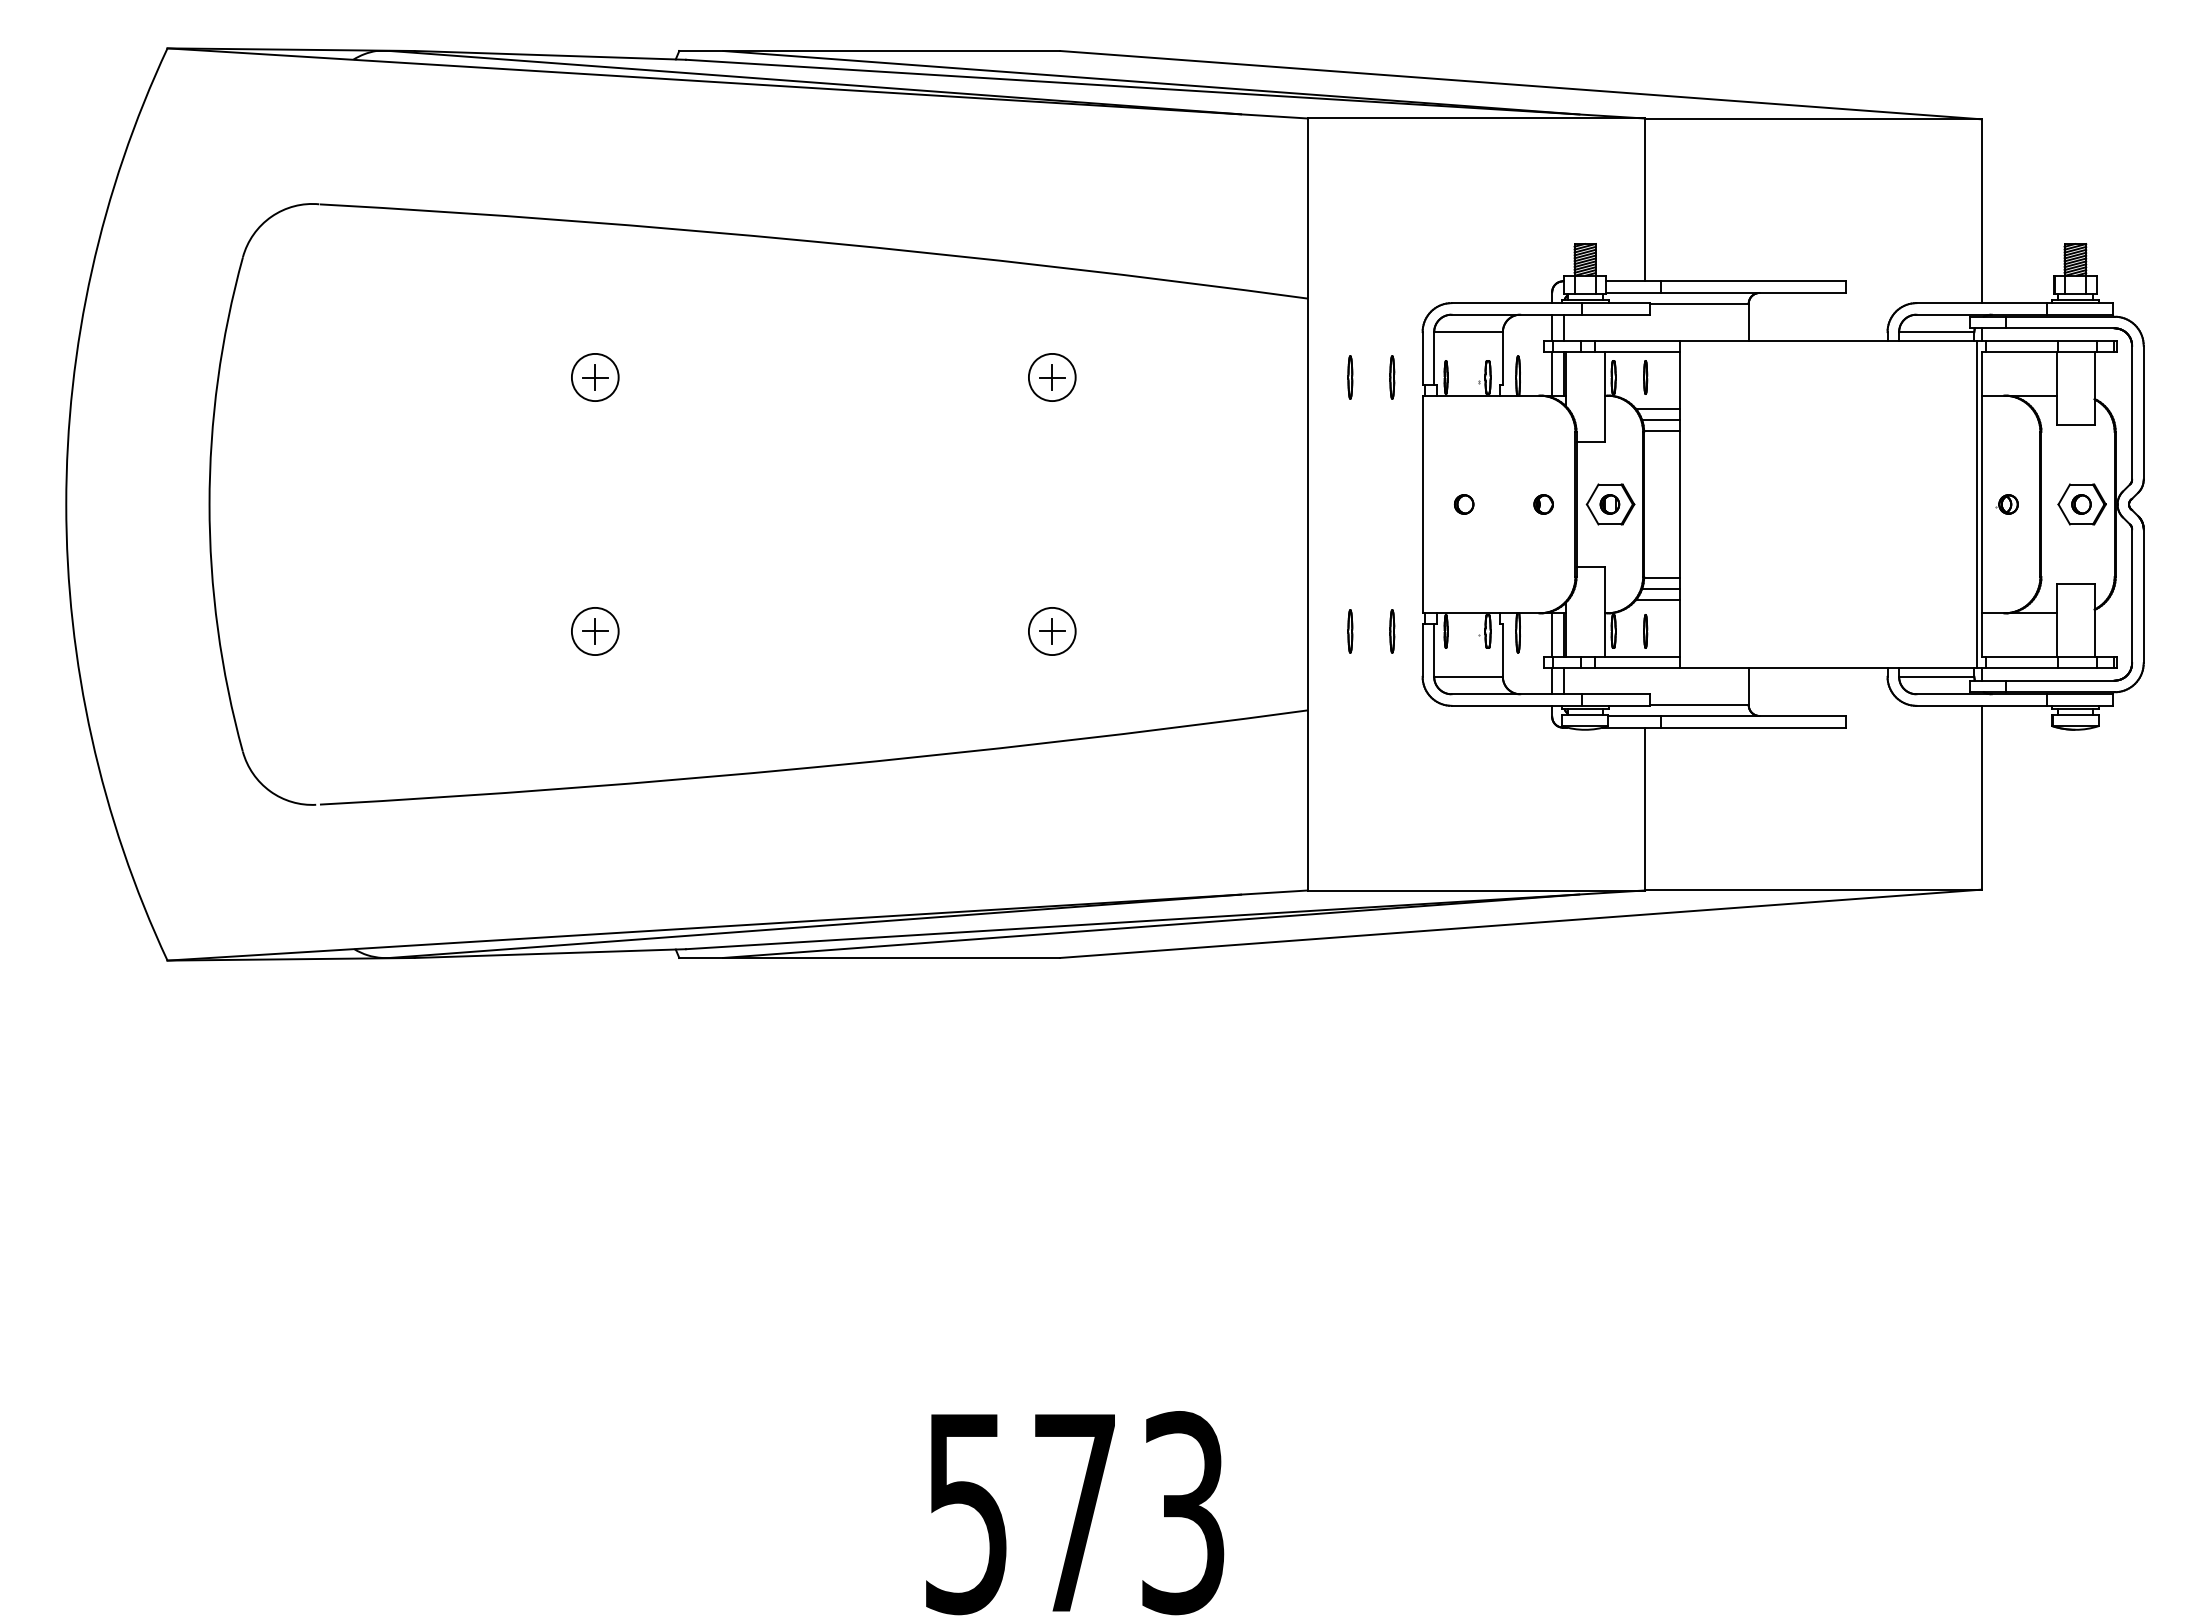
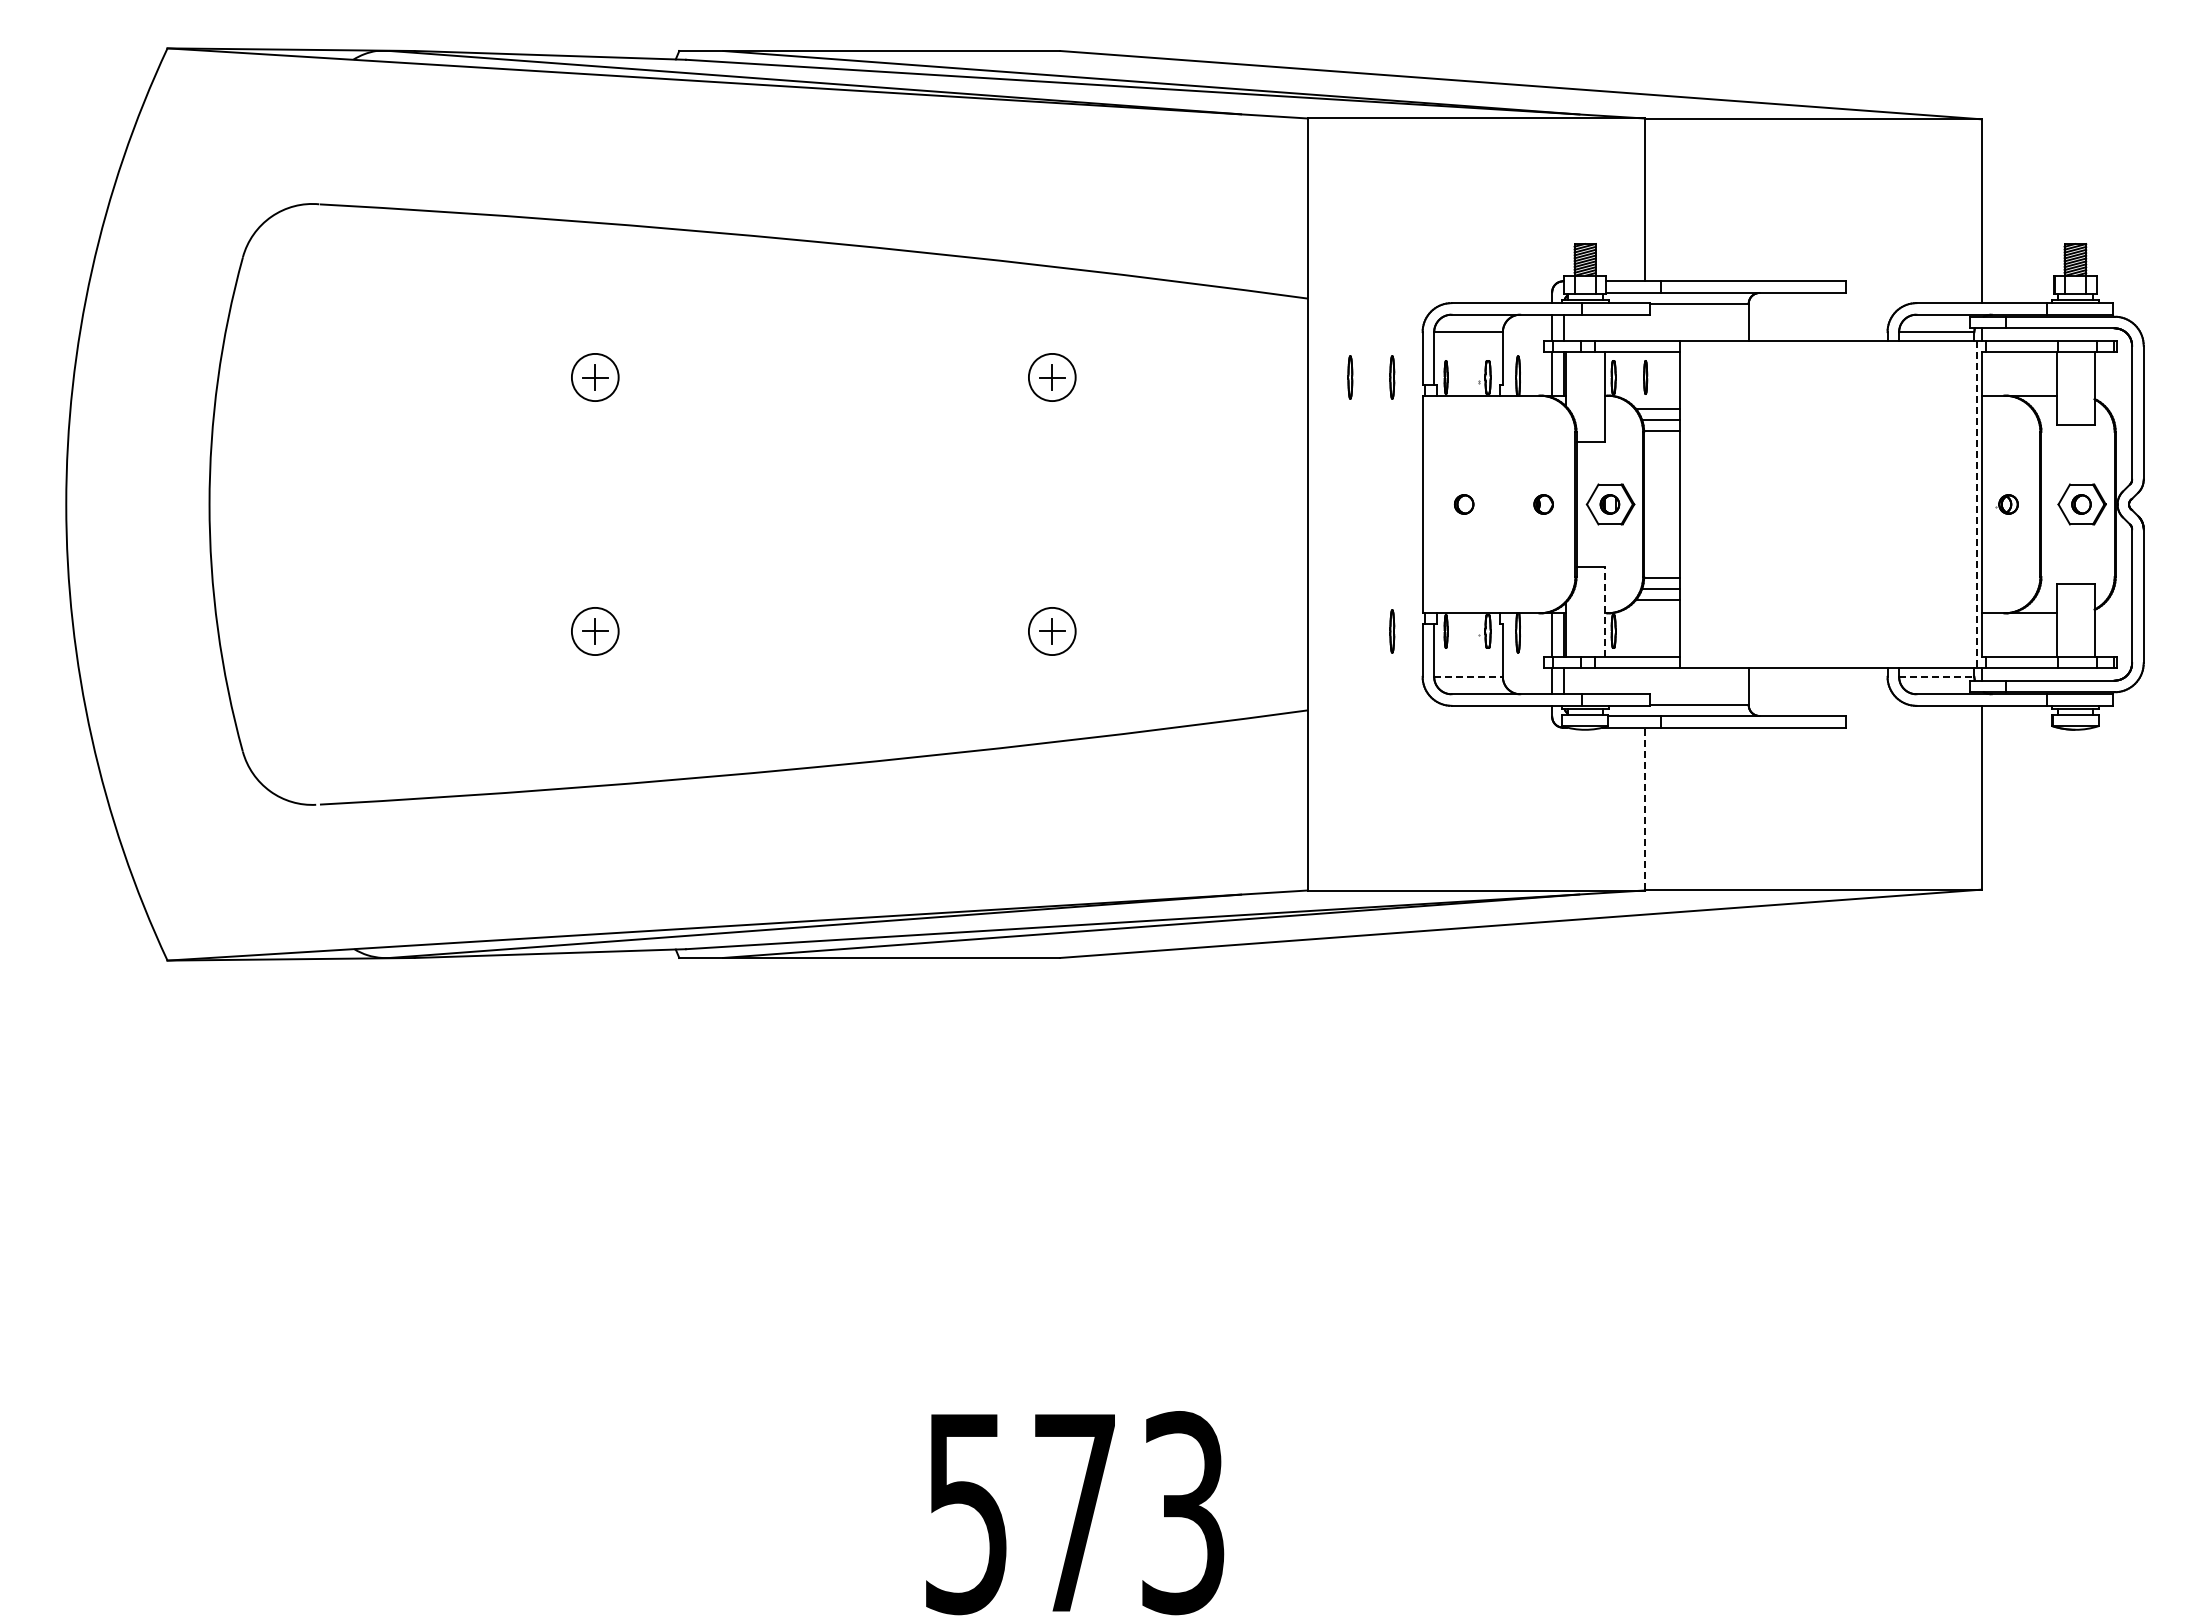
line at (1977, 504): solid -> dashed
line at (1604, 611): solid -> dashed
part at (1350, 631): present -> none
part at (1645, 631): present -> none
line at (1469, 676): solid -> dashed
line at (1936, 676): solid -> dashed
line at (1644, 808): solid -> dashed
